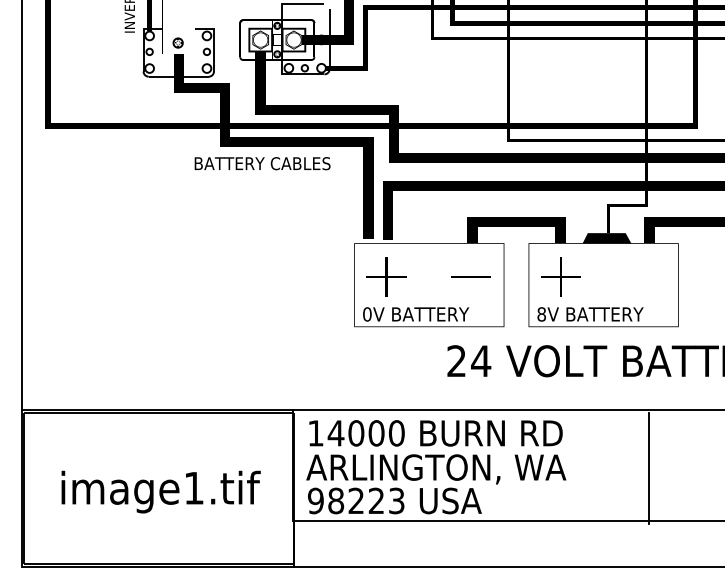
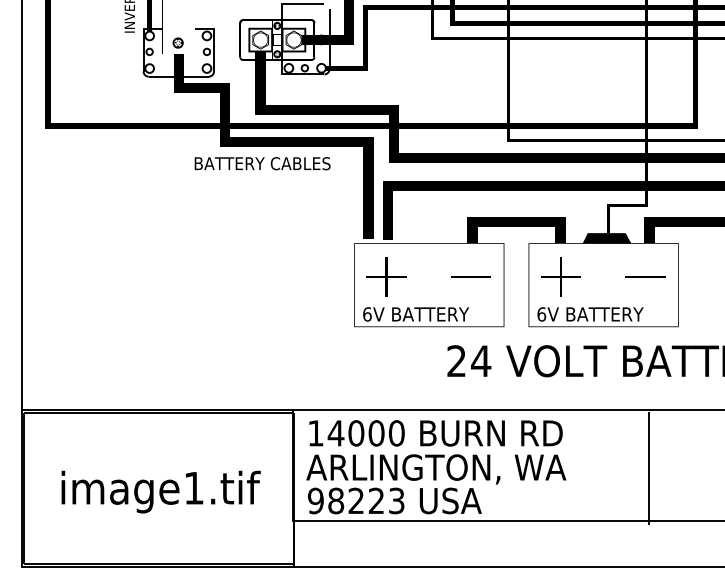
line at (645, 276): none -> present
text at (367, 314): 0V -> 6V
text at (541, 314): 8V -> 6V
